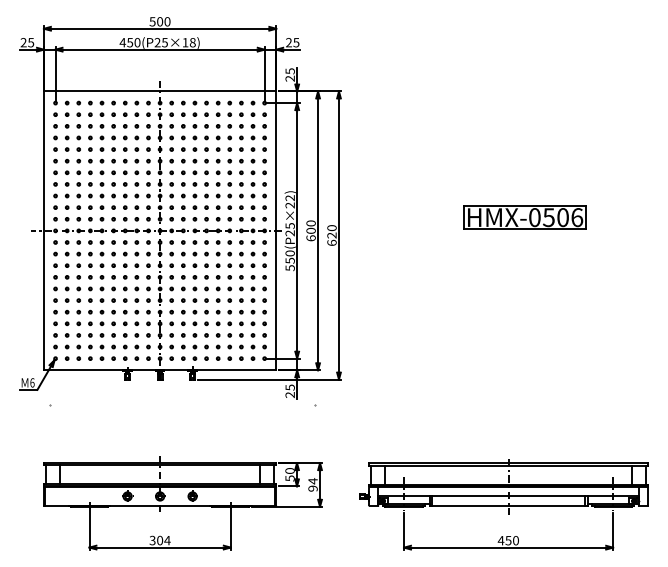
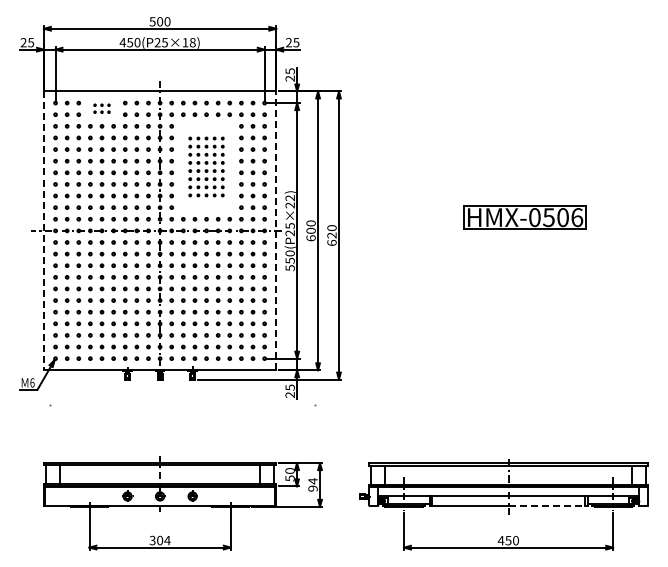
part at (101, 108) size: 28x17 px -> 18x11 px
part at (206, 166) size: 51x86 px -> 37x62 px
line at (276, 230): solid -> dashed
line at (43, 231): solid -> dashed
line at (548, 505): solid -> dashed
